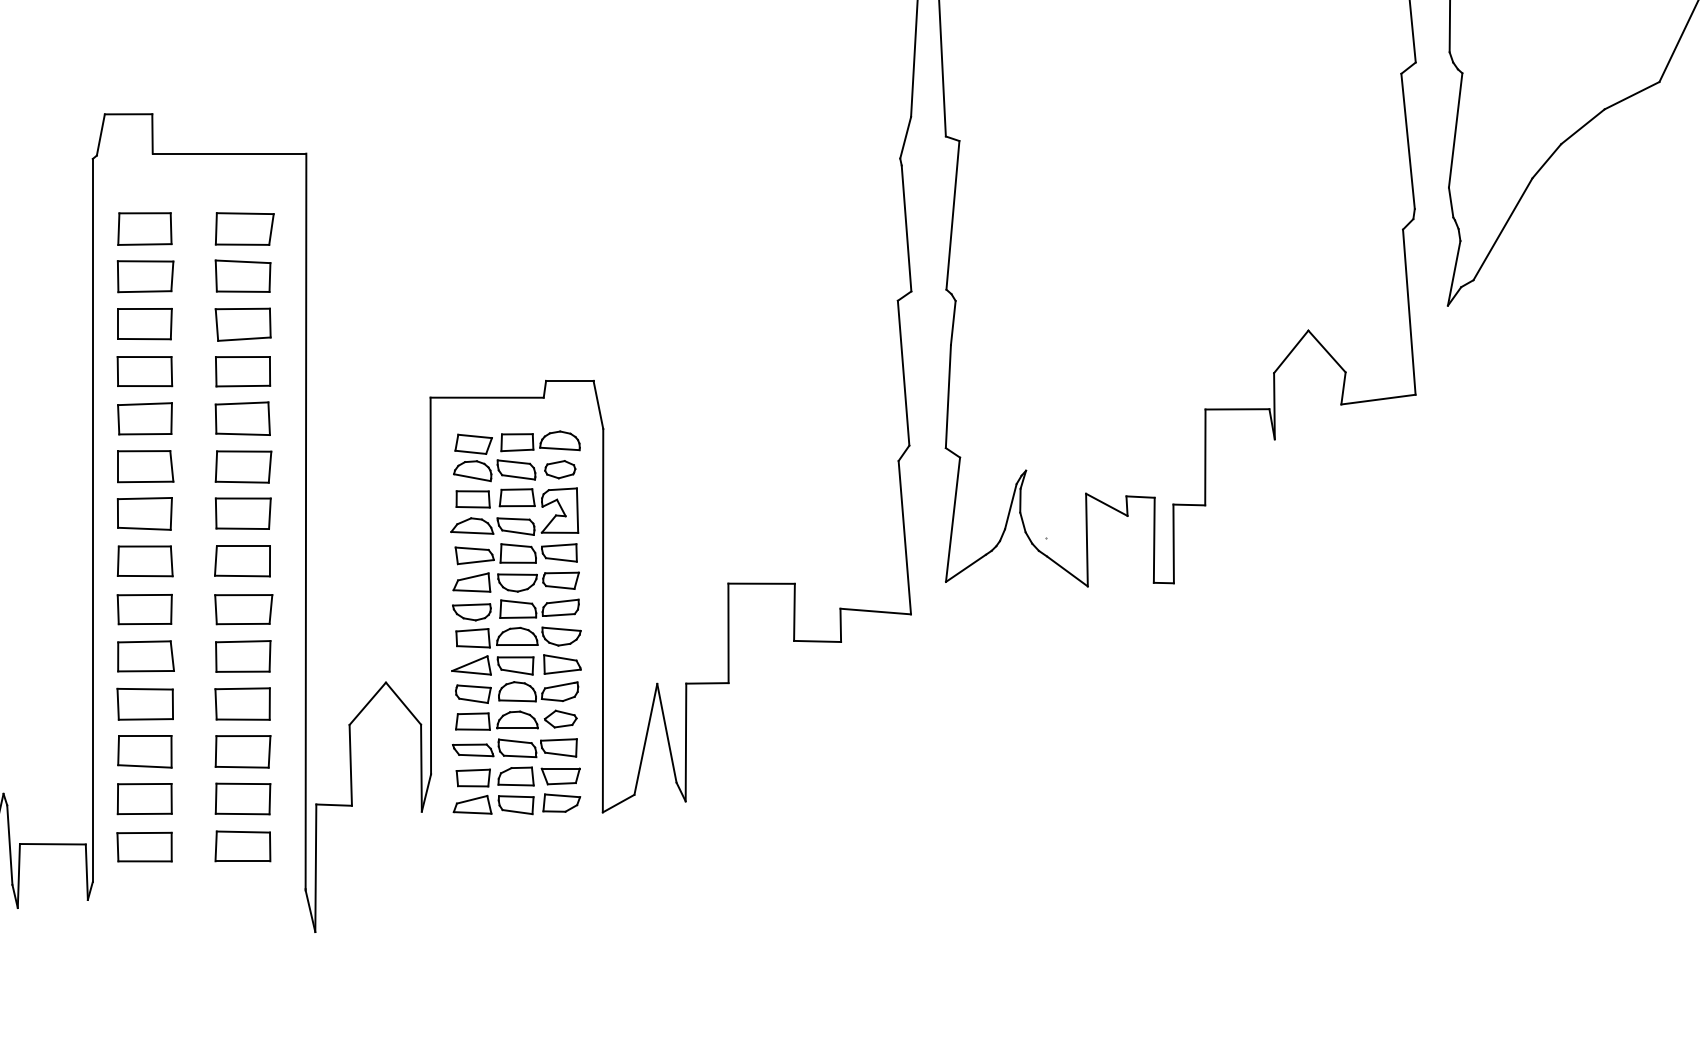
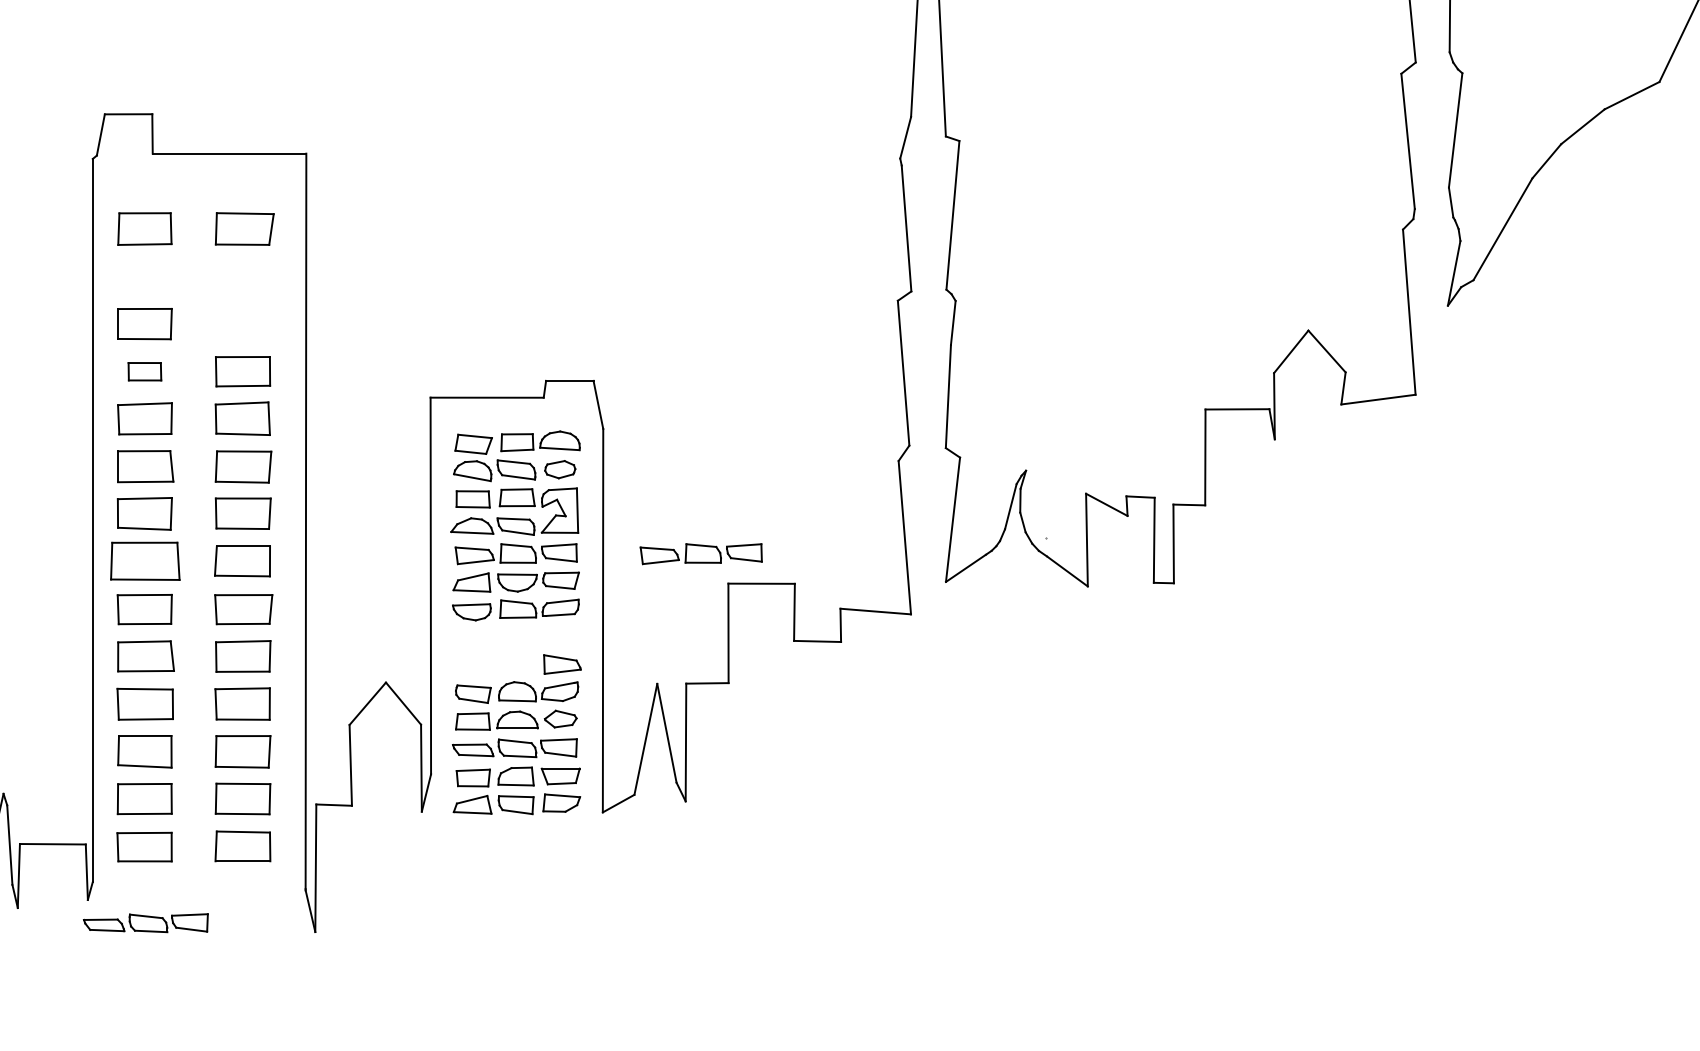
part at (242, 275): present -> none
part at (145, 276): present -> none
part at (242, 324): present -> none
part at (144, 371) size: 58x32 px -> 36x20 px
part at (700, 554): none -> present
part at (144, 561) size: 58x33 px -> 71x40 px
part at (516, 650): present -> none
part at (145, 923): none -> present
